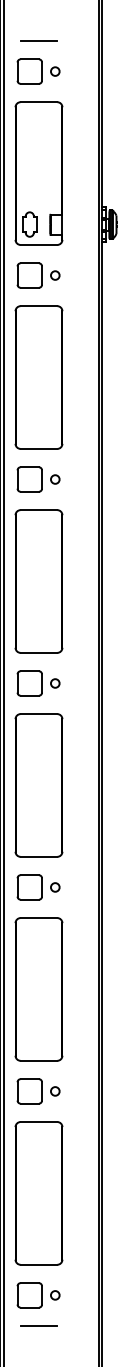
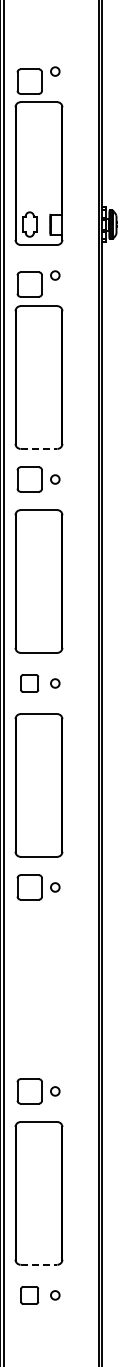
line at (38, 41): present -> none
part at (29, 71) position: (29, 71) -> (29, 81)
part at (29, 275) position: (29, 275) -> (29, 284)
line at (39, 448): solid -> dashed
part at (29, 683) size: 27x27 px -> 20x19 px
part at (38, 989): present -> none
line at (39, 1264): solid -> dashed
part at (29, 1295) size: 27x27 px -> 20x19 px
line at (38, 1325): present -> none
